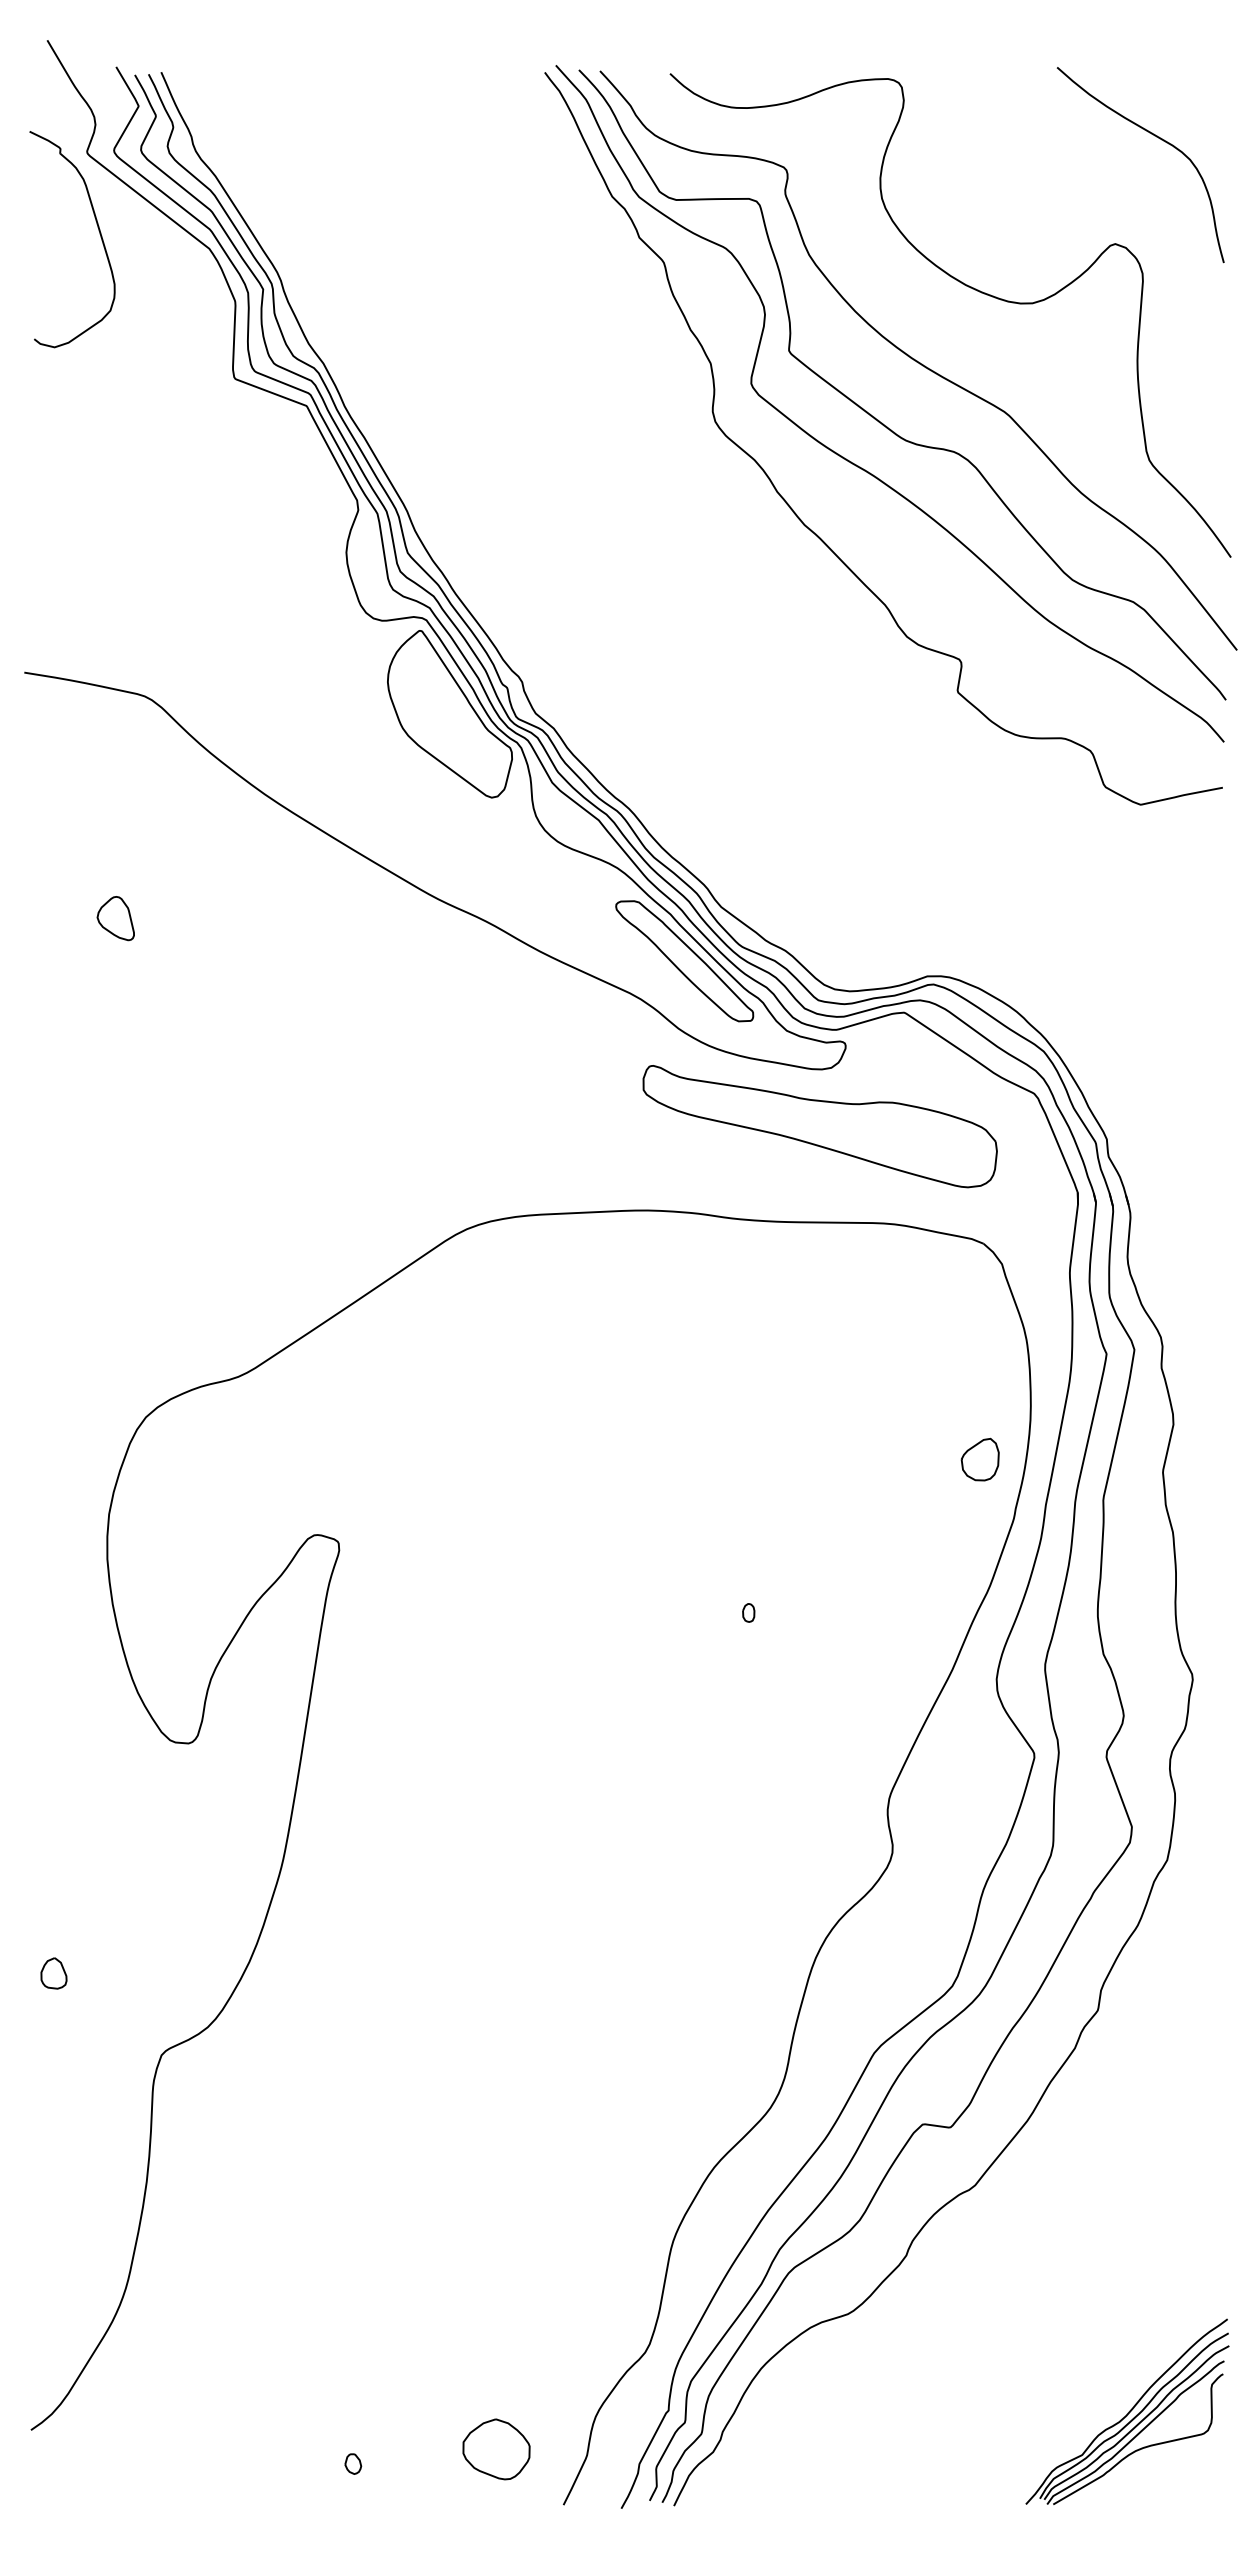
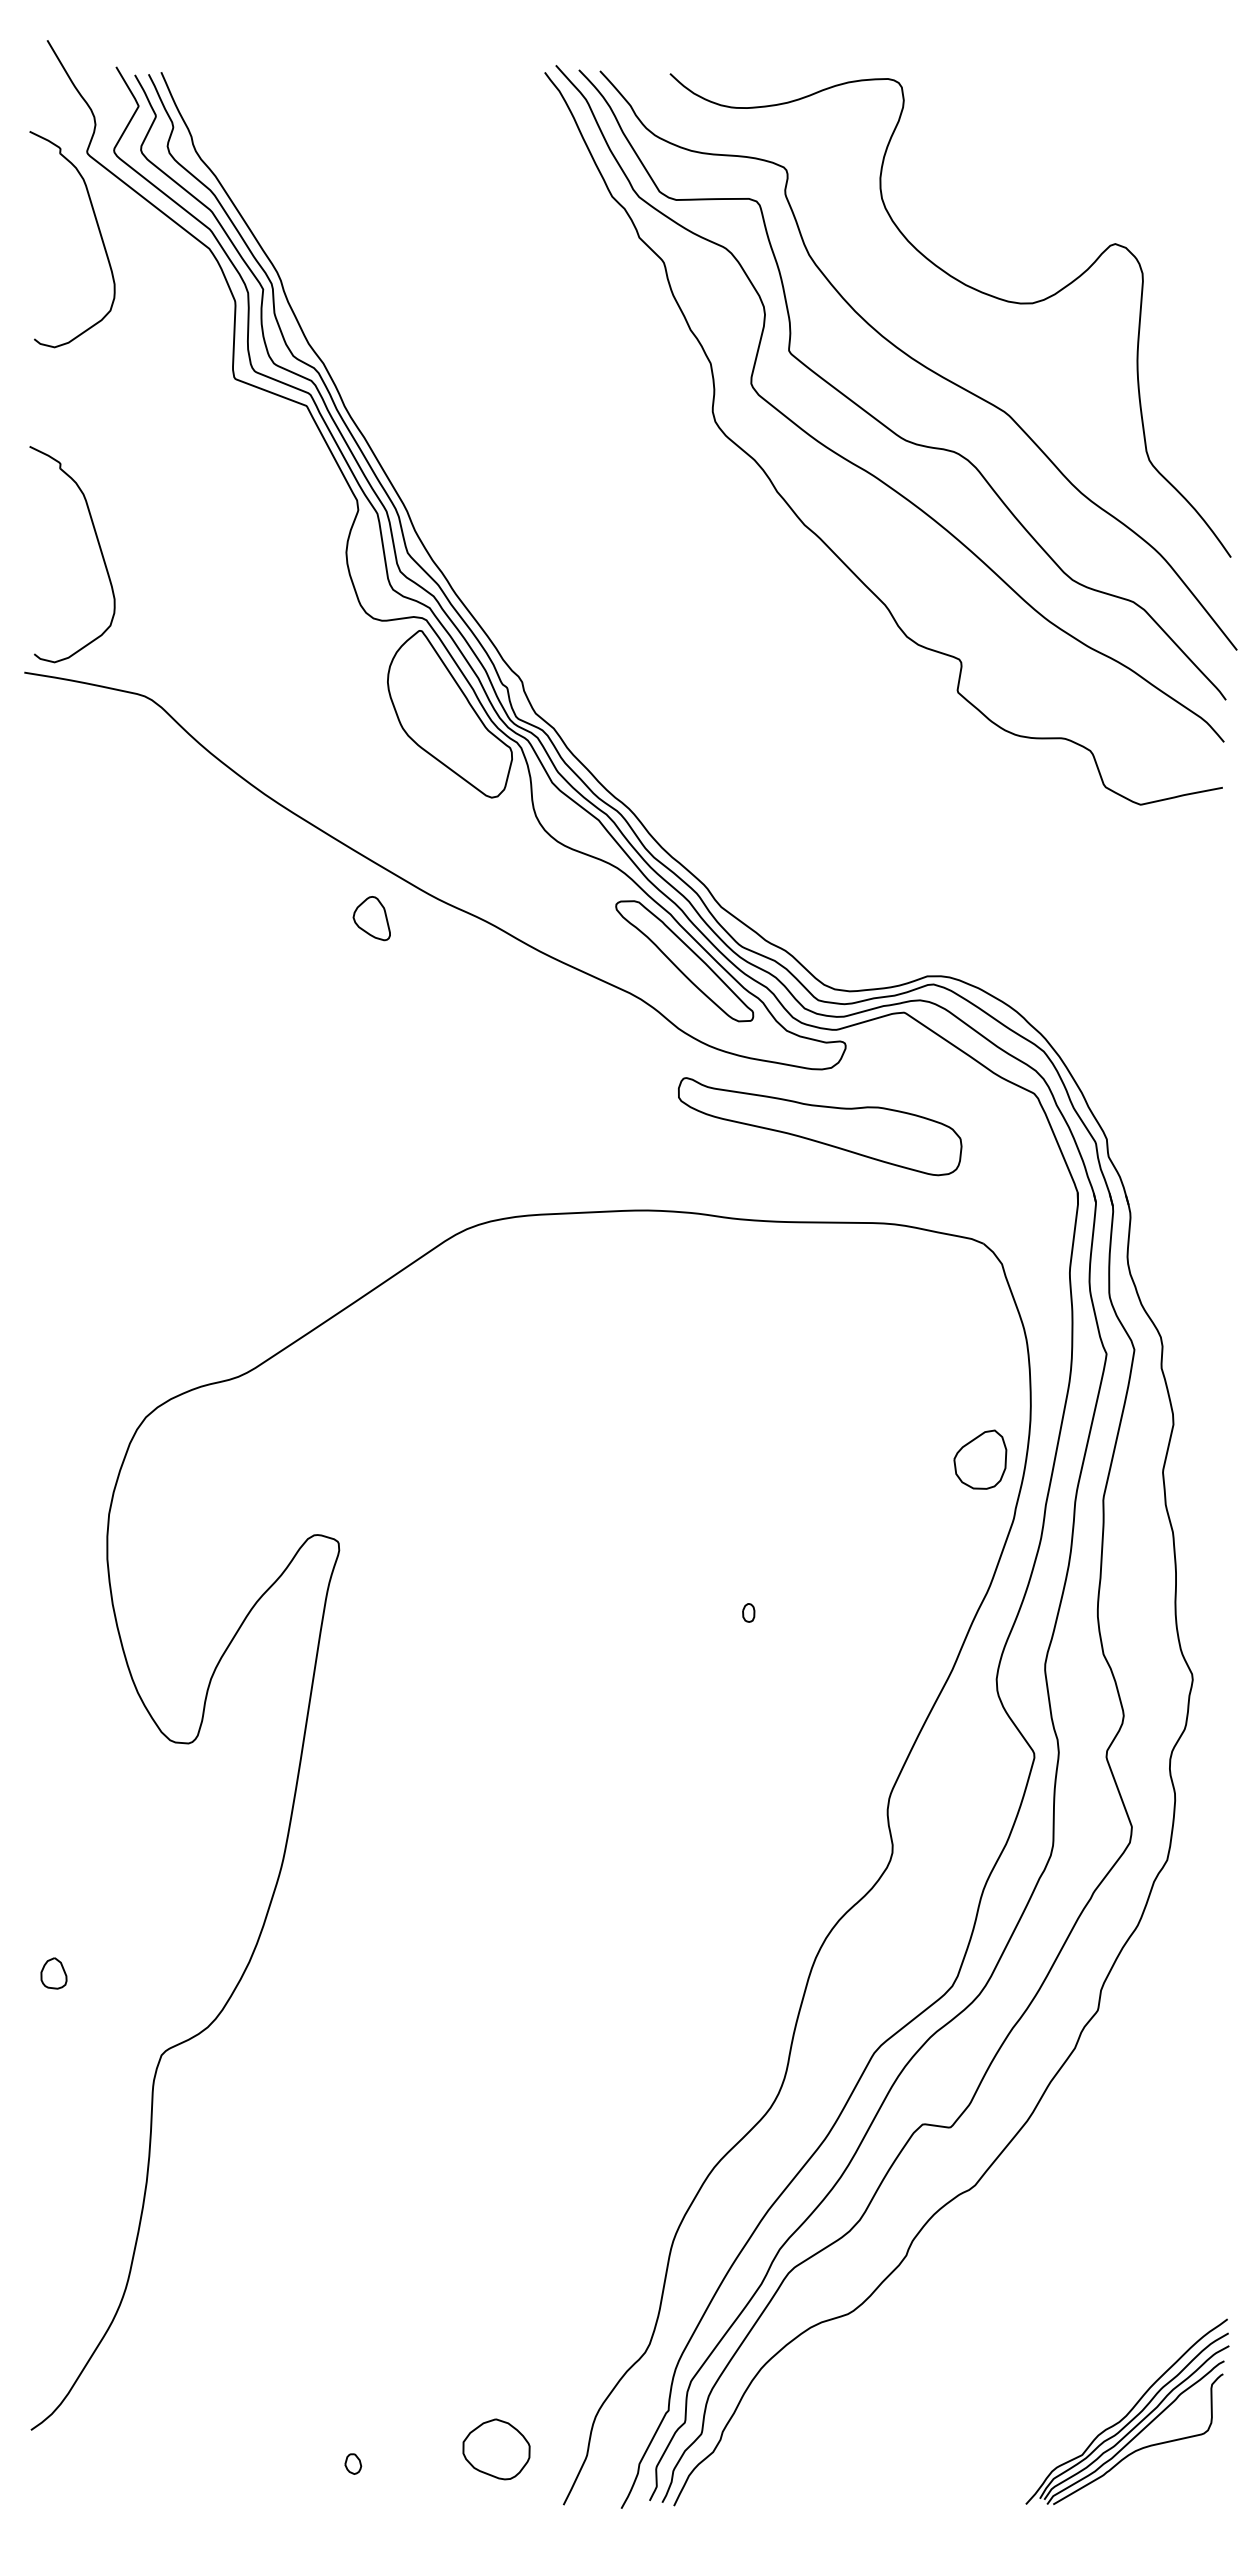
curve at (1154, 136): present -> none
part at (99, 549): none -> present
part at (115, 918) position: (115, 918) -> (371, 918)
part at (819, 1126) size: 356x124 px -> 285x100 px
part at (979, 1459) size: 40x45 px -> 55x61 px
